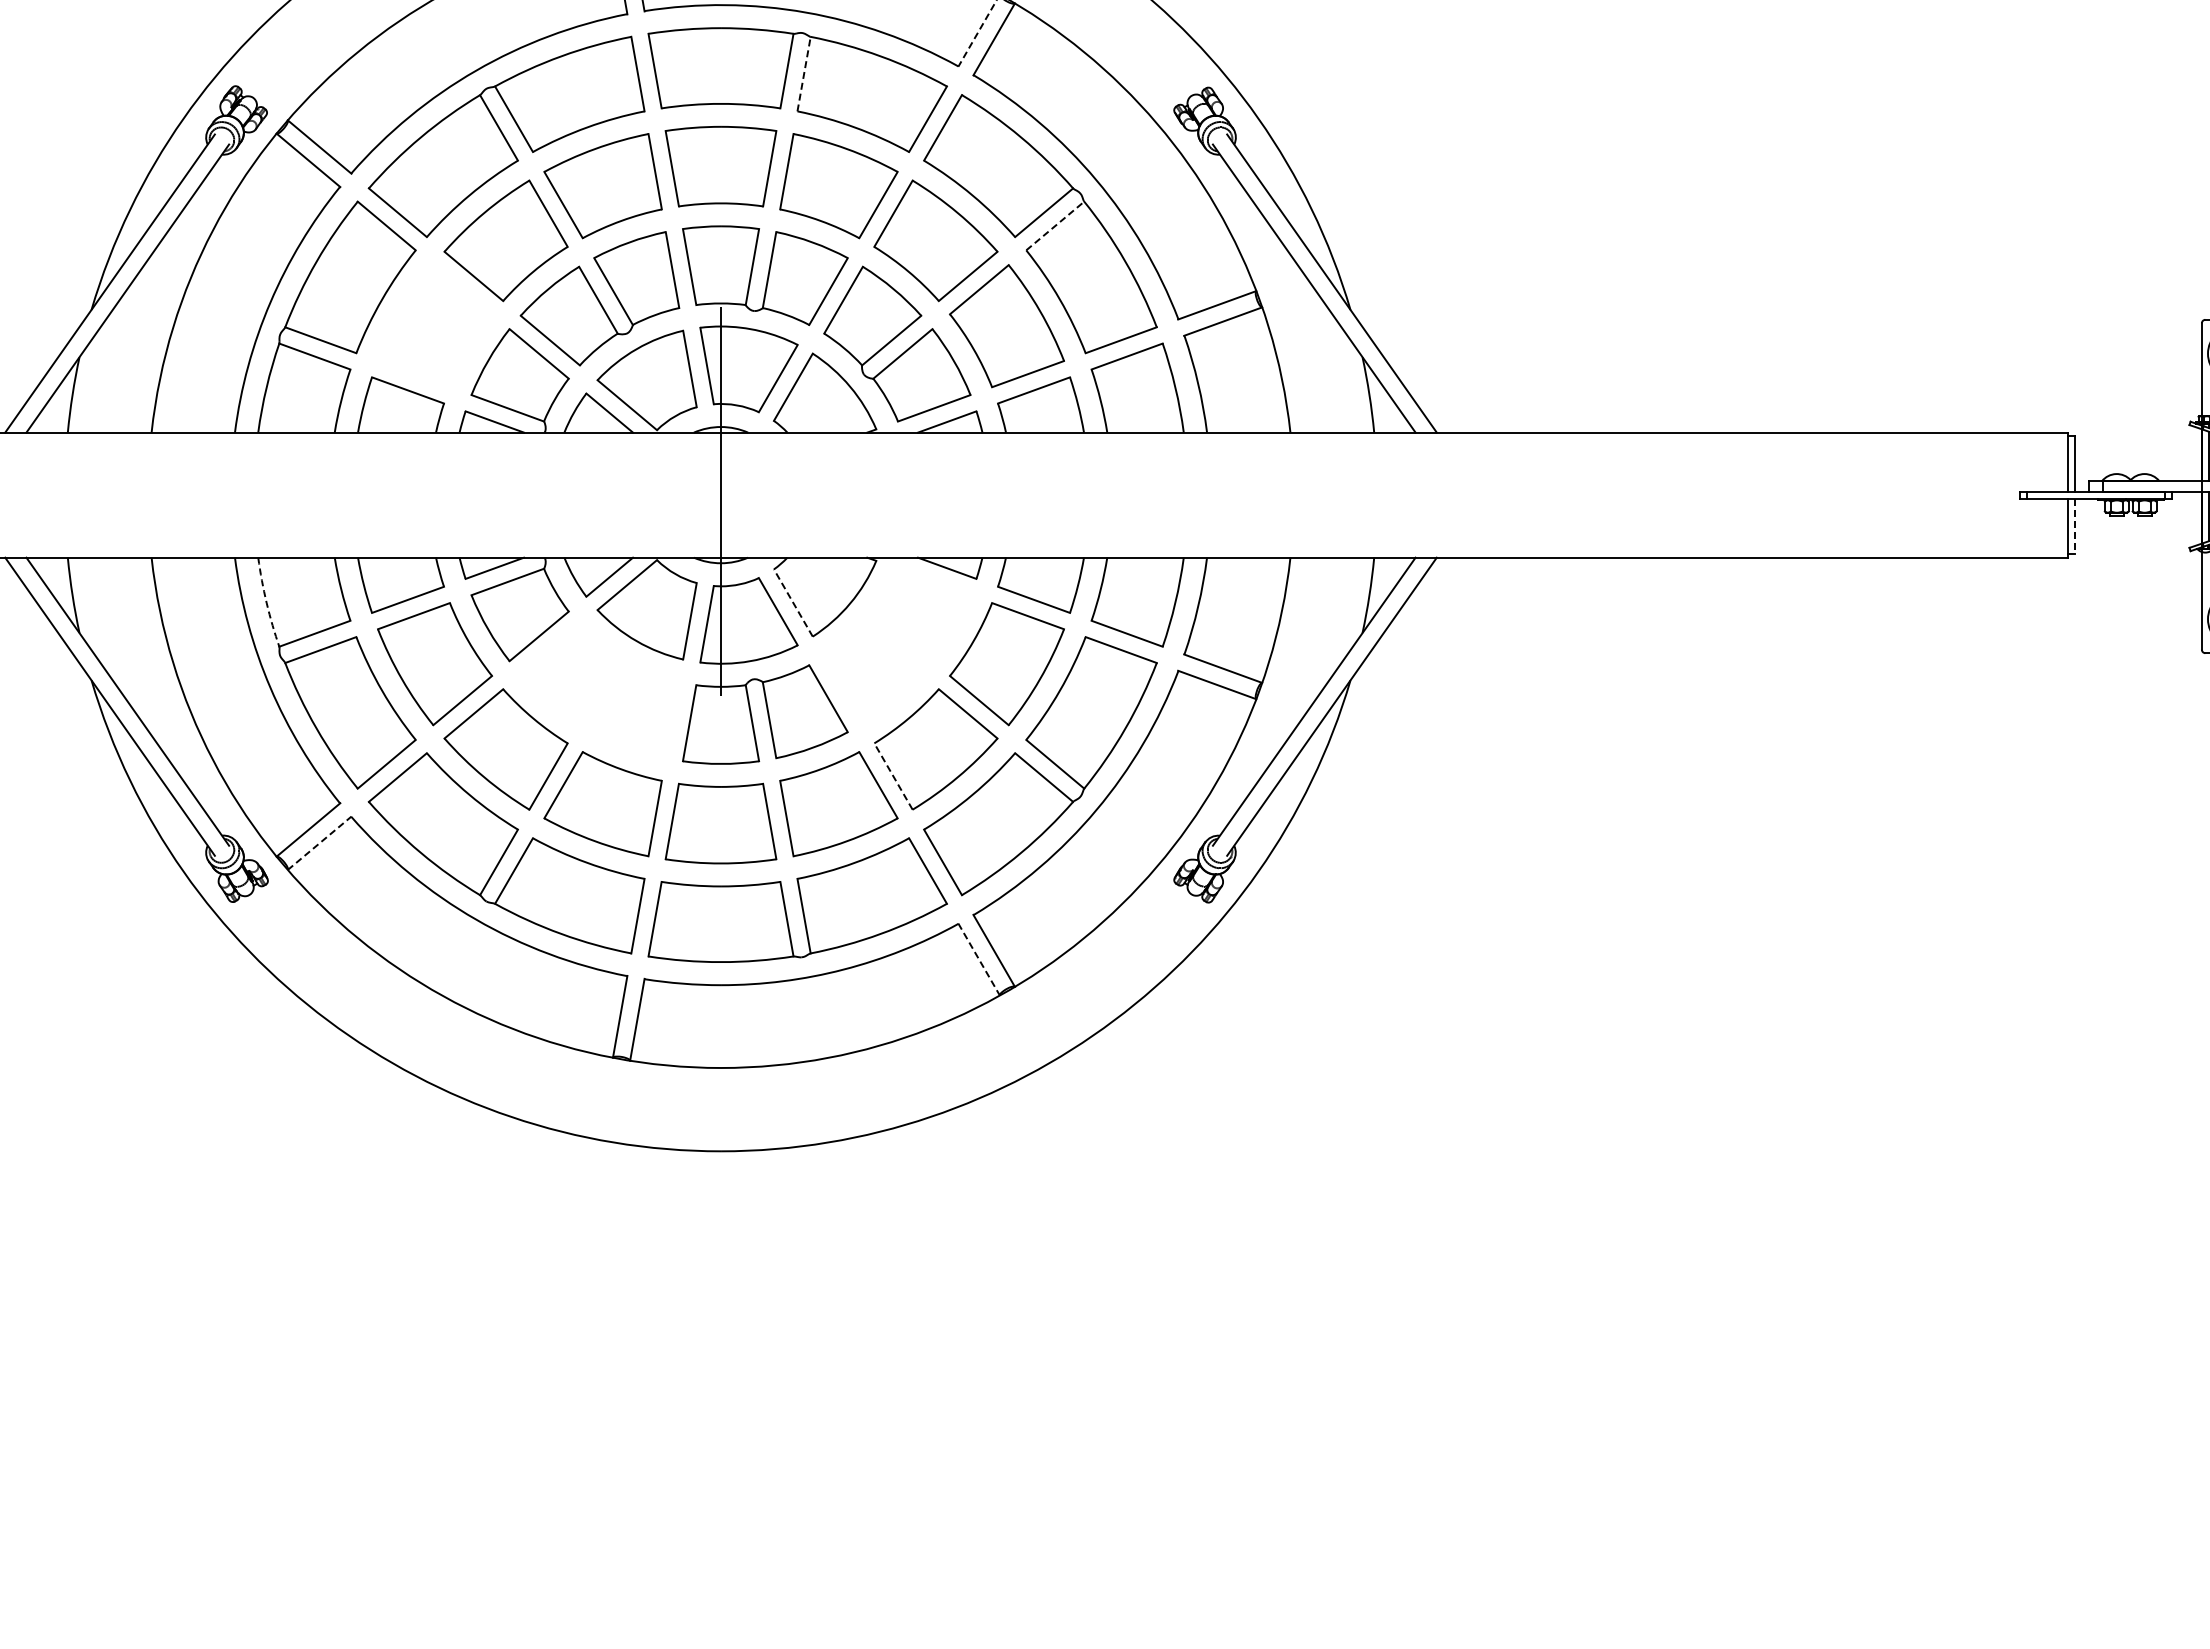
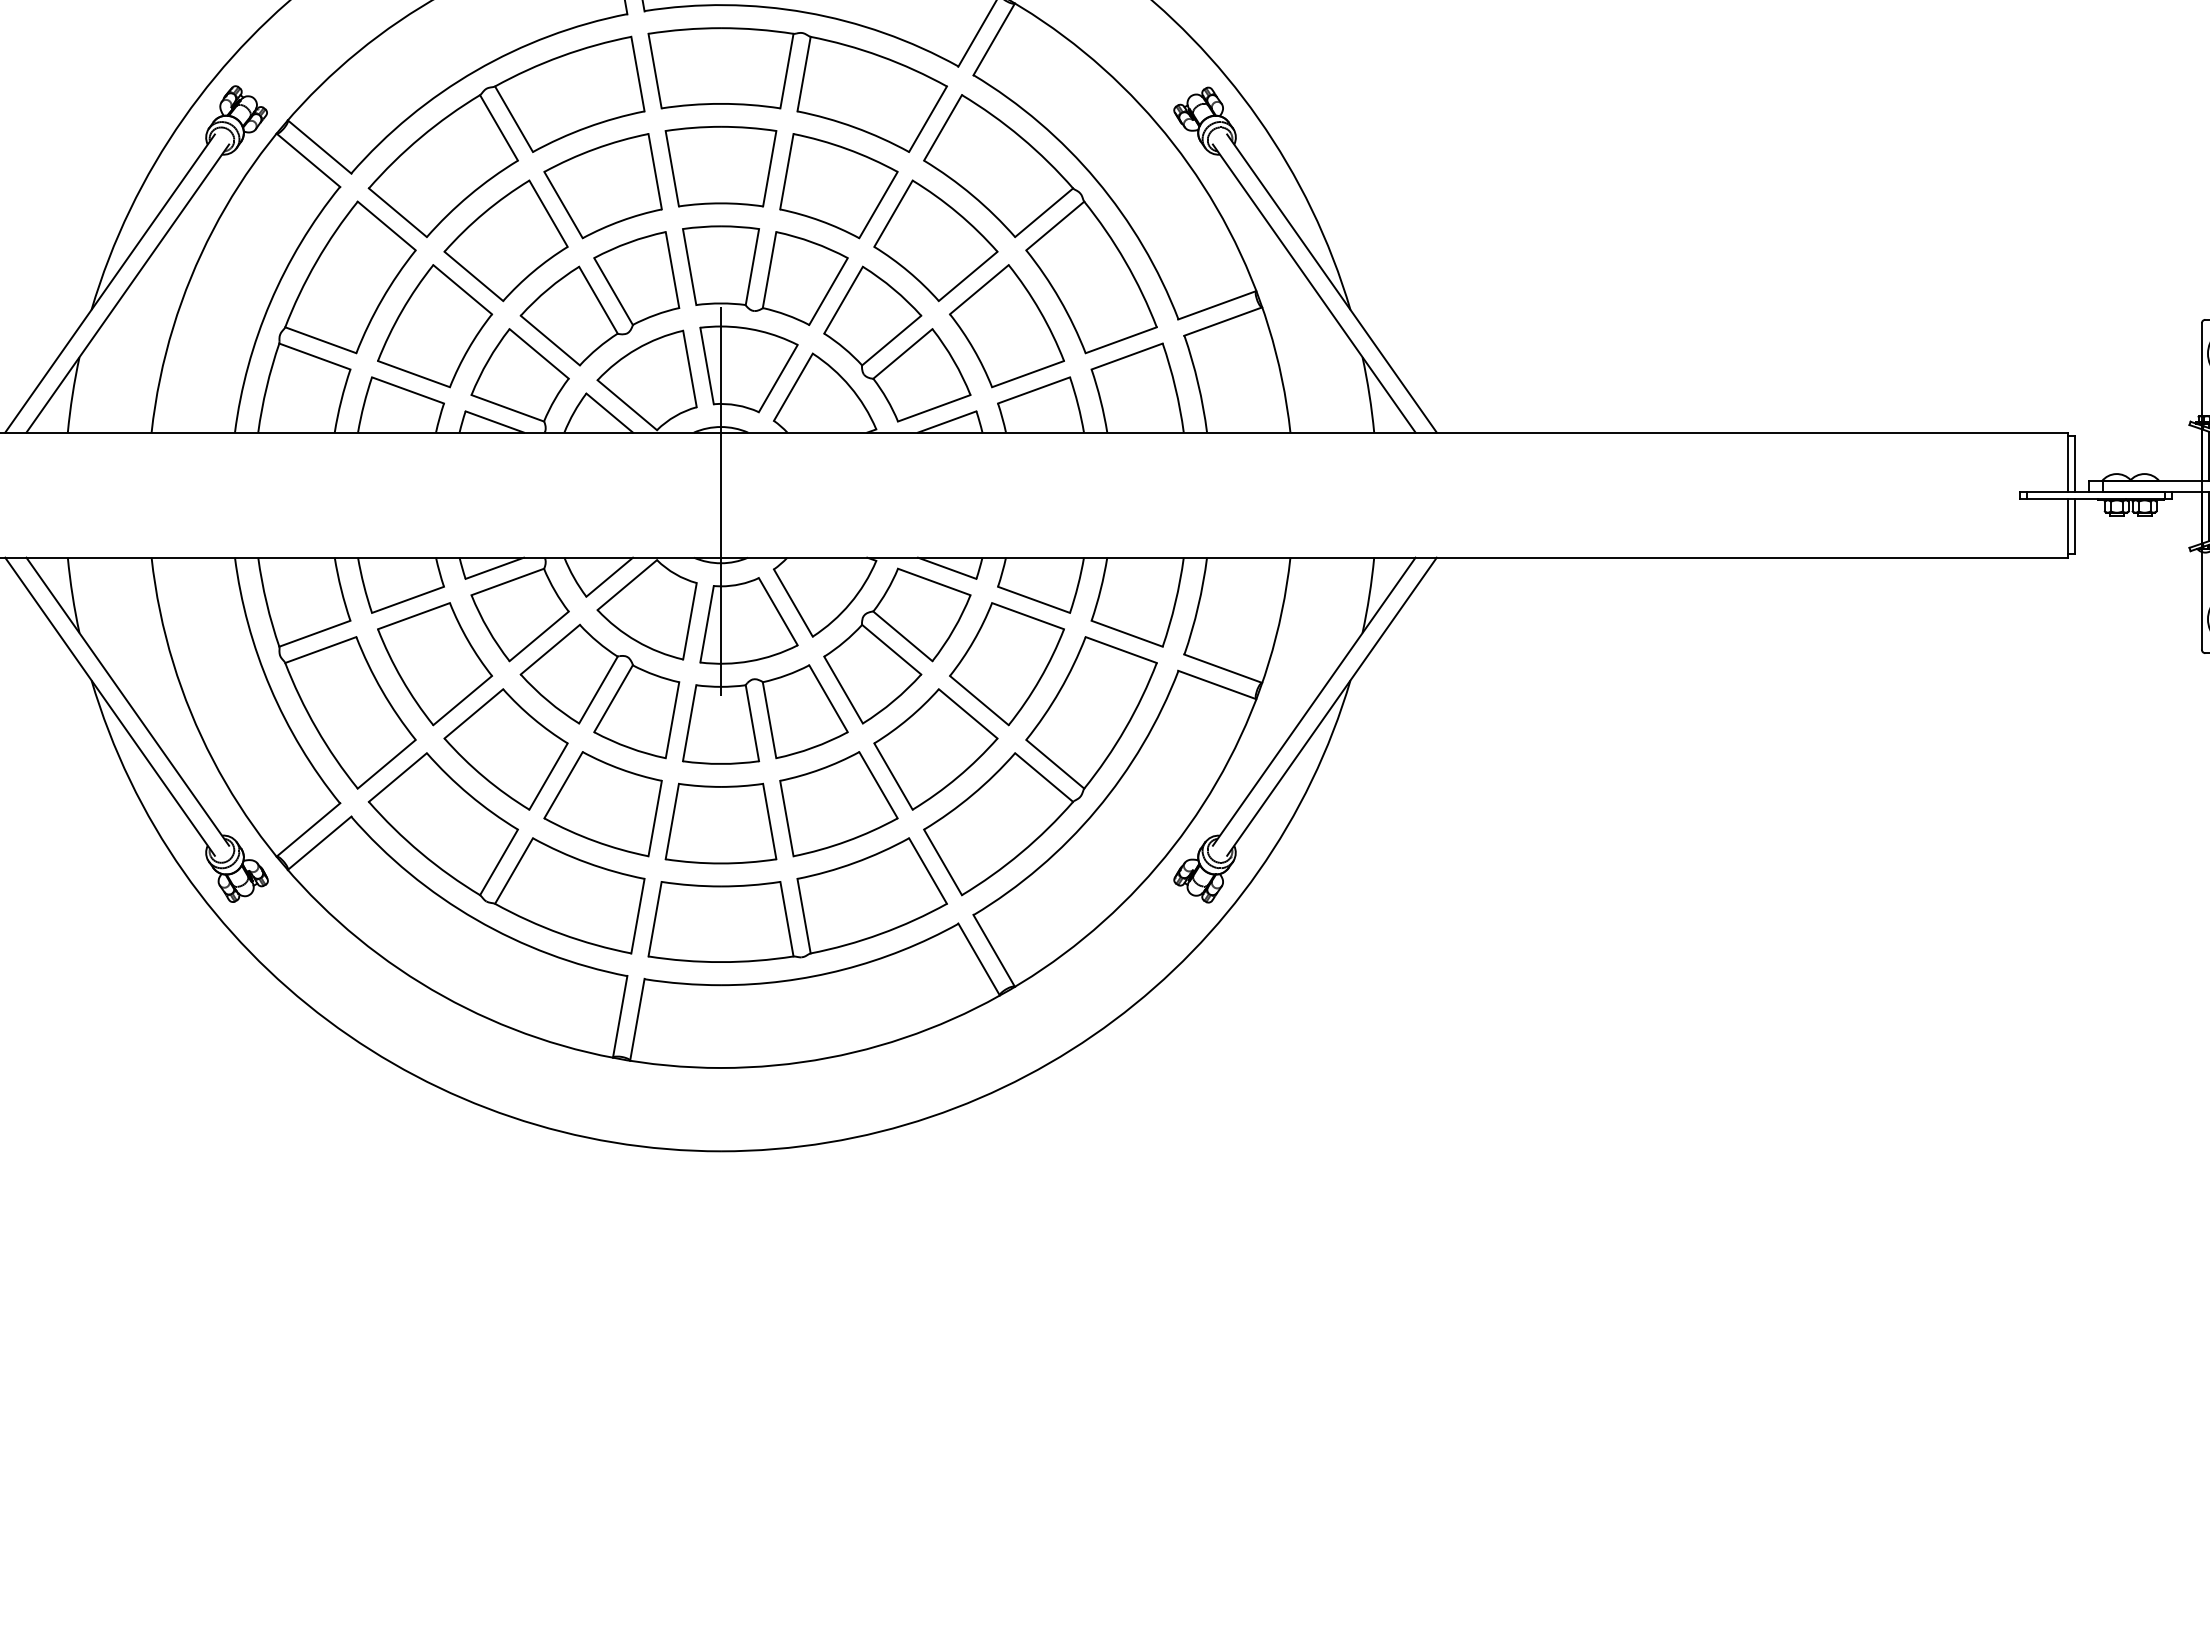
line at (977, 34): dashed -> solid
line at (804, 74): dashed -> solid
line at (1055, 225): dashed -> solid
part at (435, 326): none -> present
line at (2075, 526): dashed -> solid
arc at (266, 603): dashed -> solid
line at (793, 603): dashed -> solid
part at (897, 645): none -> present
part at (599, 691): none -> present
line at (893, 776): dashed -> solid
line at (319, 843): dashed -> solid
line at (979, 959): dashed -> solid
